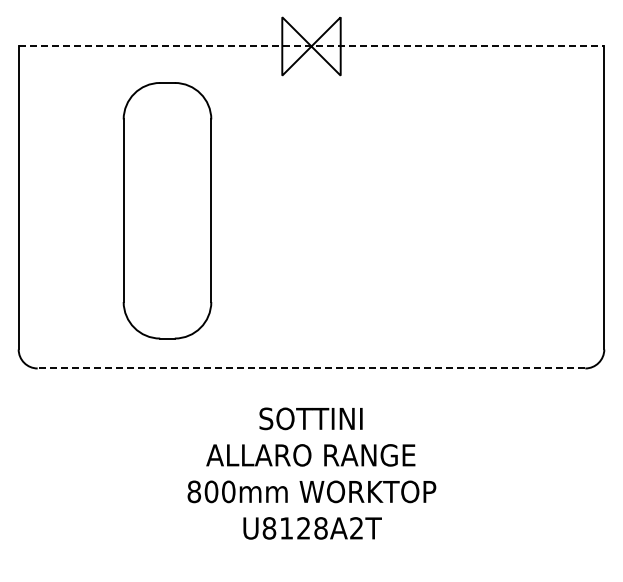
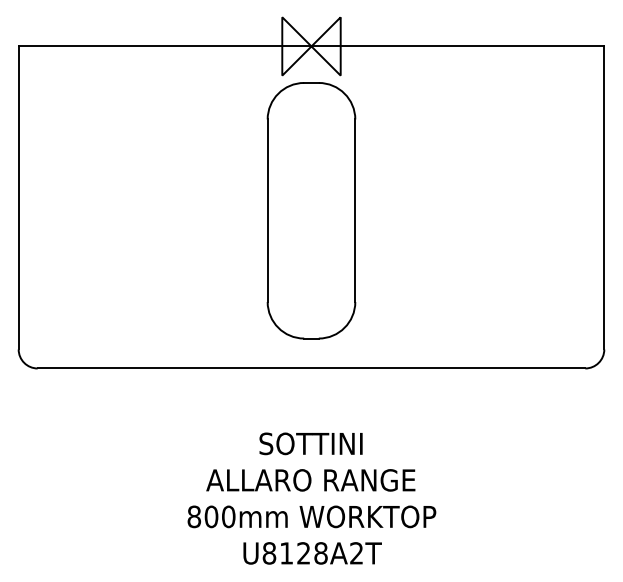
line at (311, 46): dashed -> solid
part at (167, 210) position: (167, 210) -> (311, 210)
line at (311, 368): dashed -> solid
text at (311, 473) position: (311, 473) -> (311, 498)
